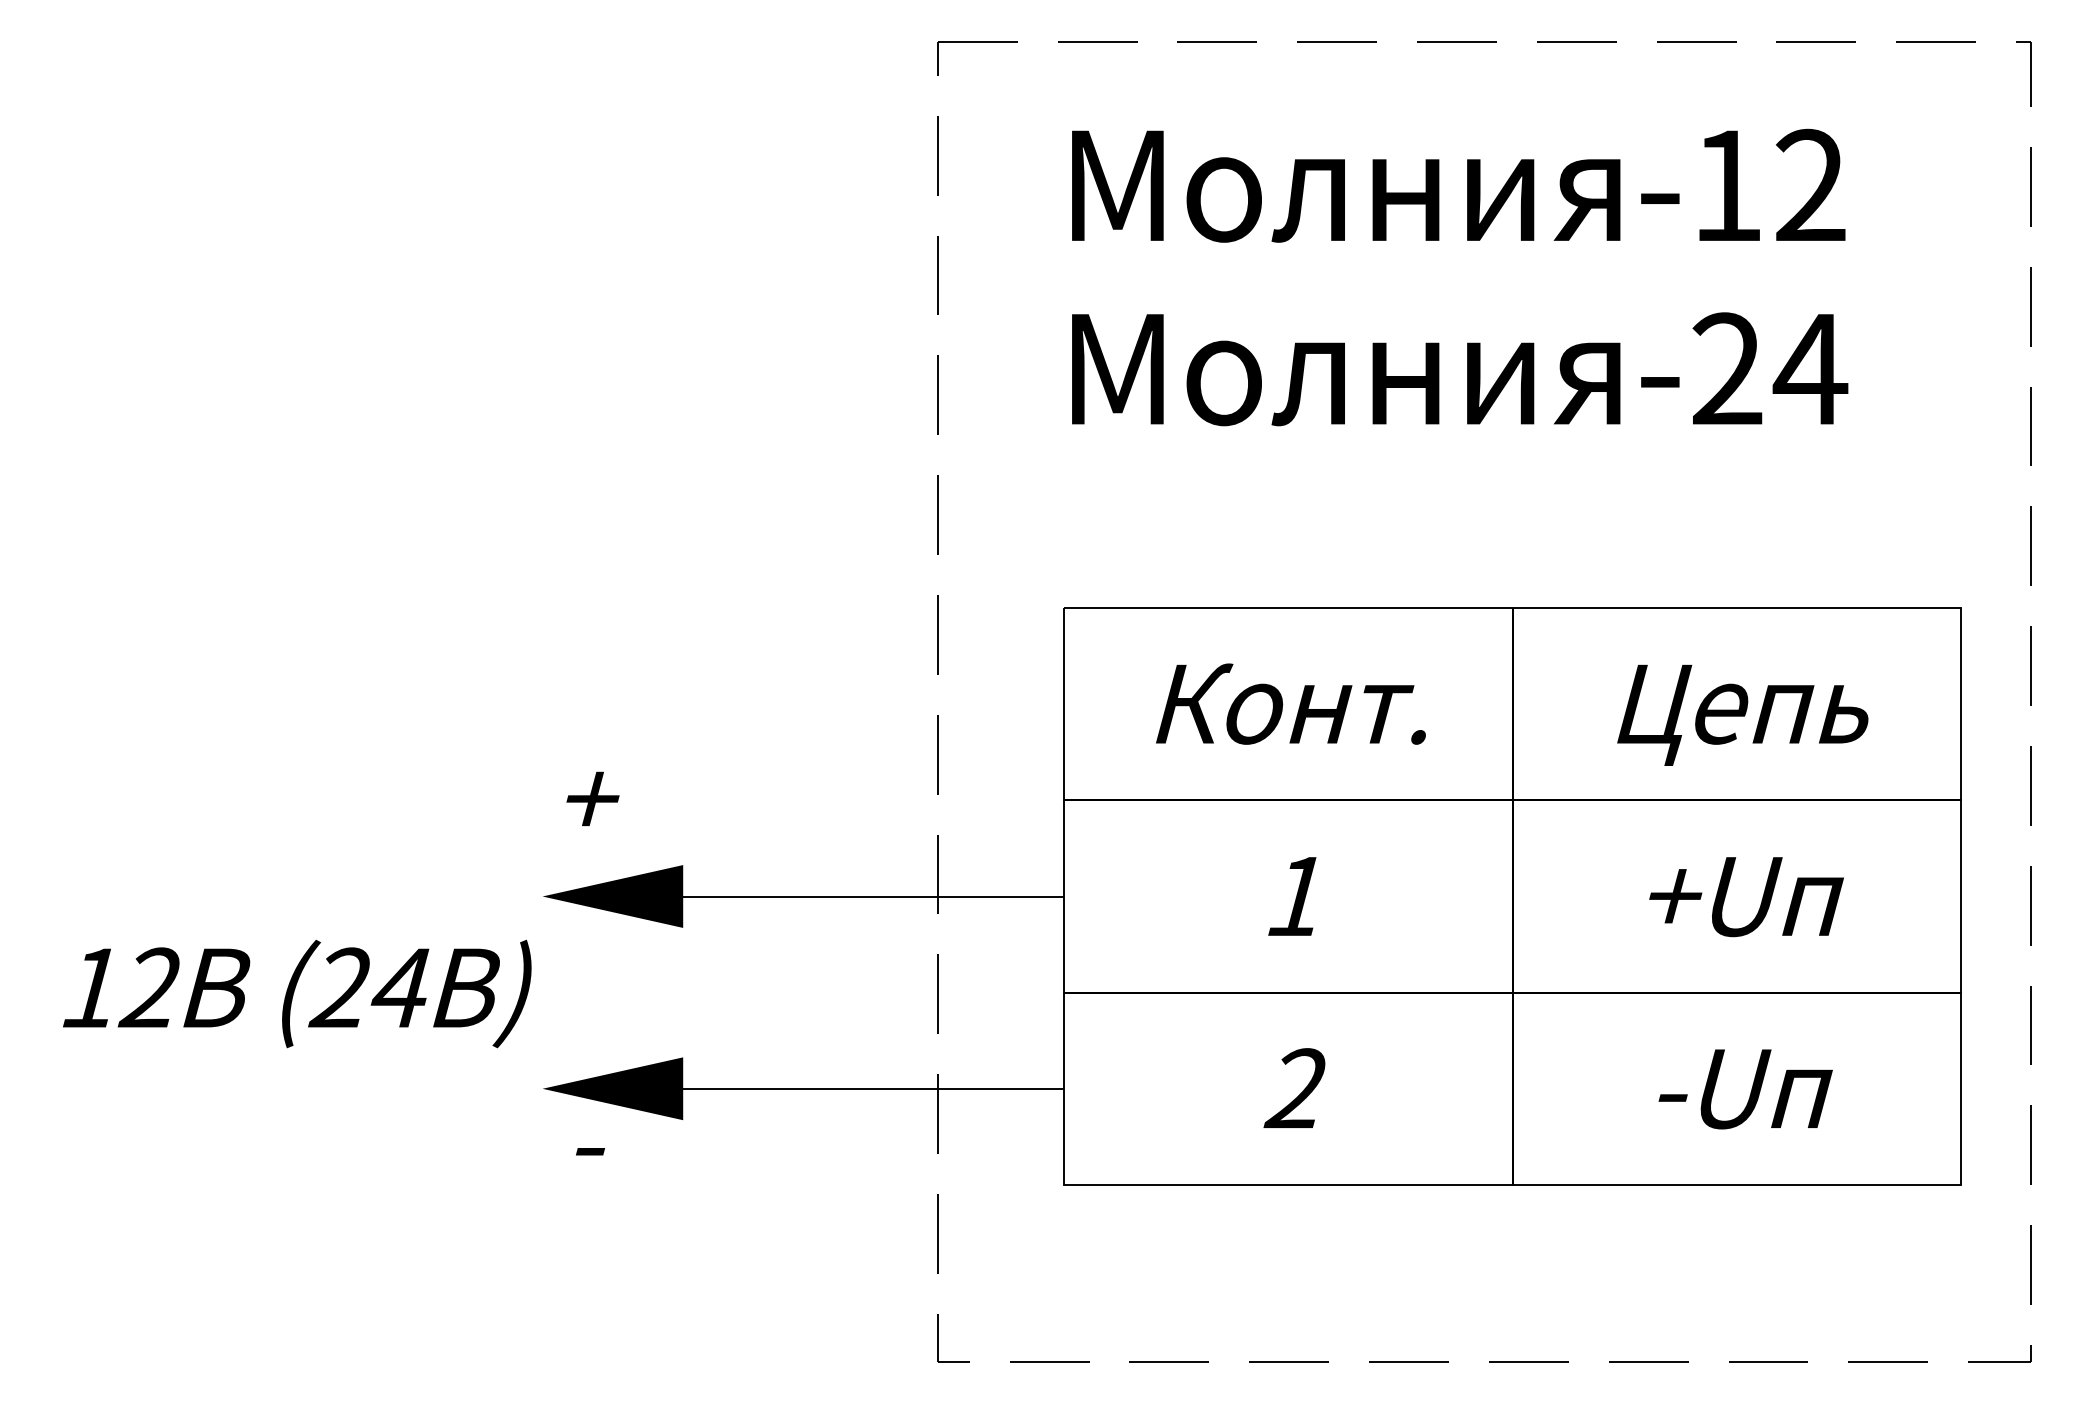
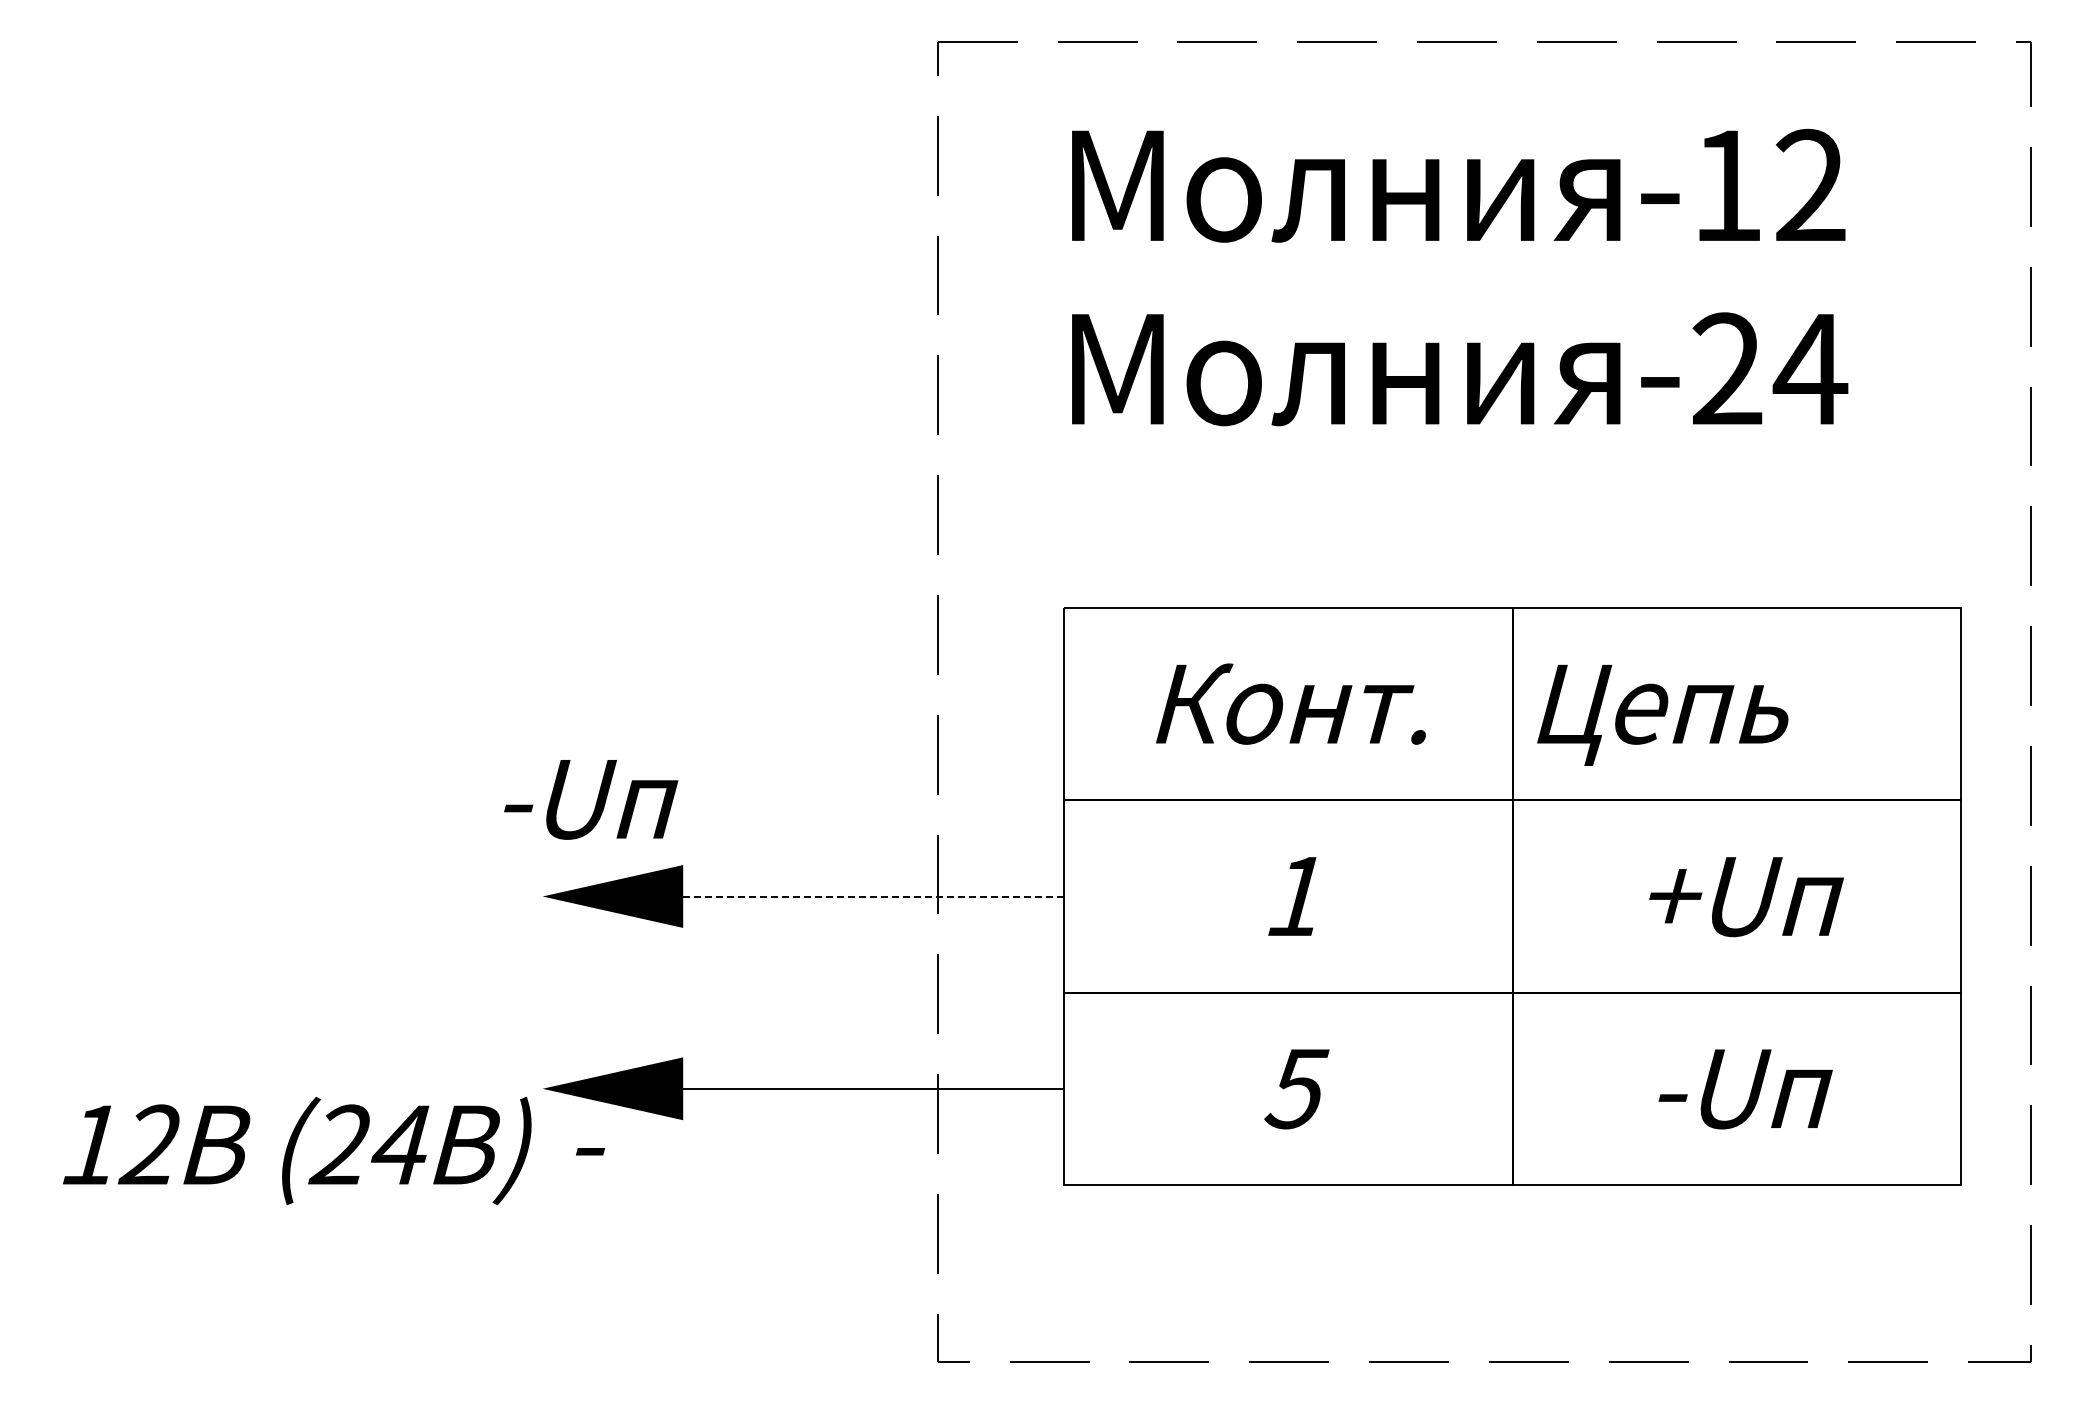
text at (1742, 714) position: (1742, 714) -> (1662, 714)
text at (591, 799): + -> -Uп
line at (873, 896): solid -> dashed
text at (297, 993) position: (297, 993) -> (297, 1150)
text at (1296, 1088): 2 -> 5
